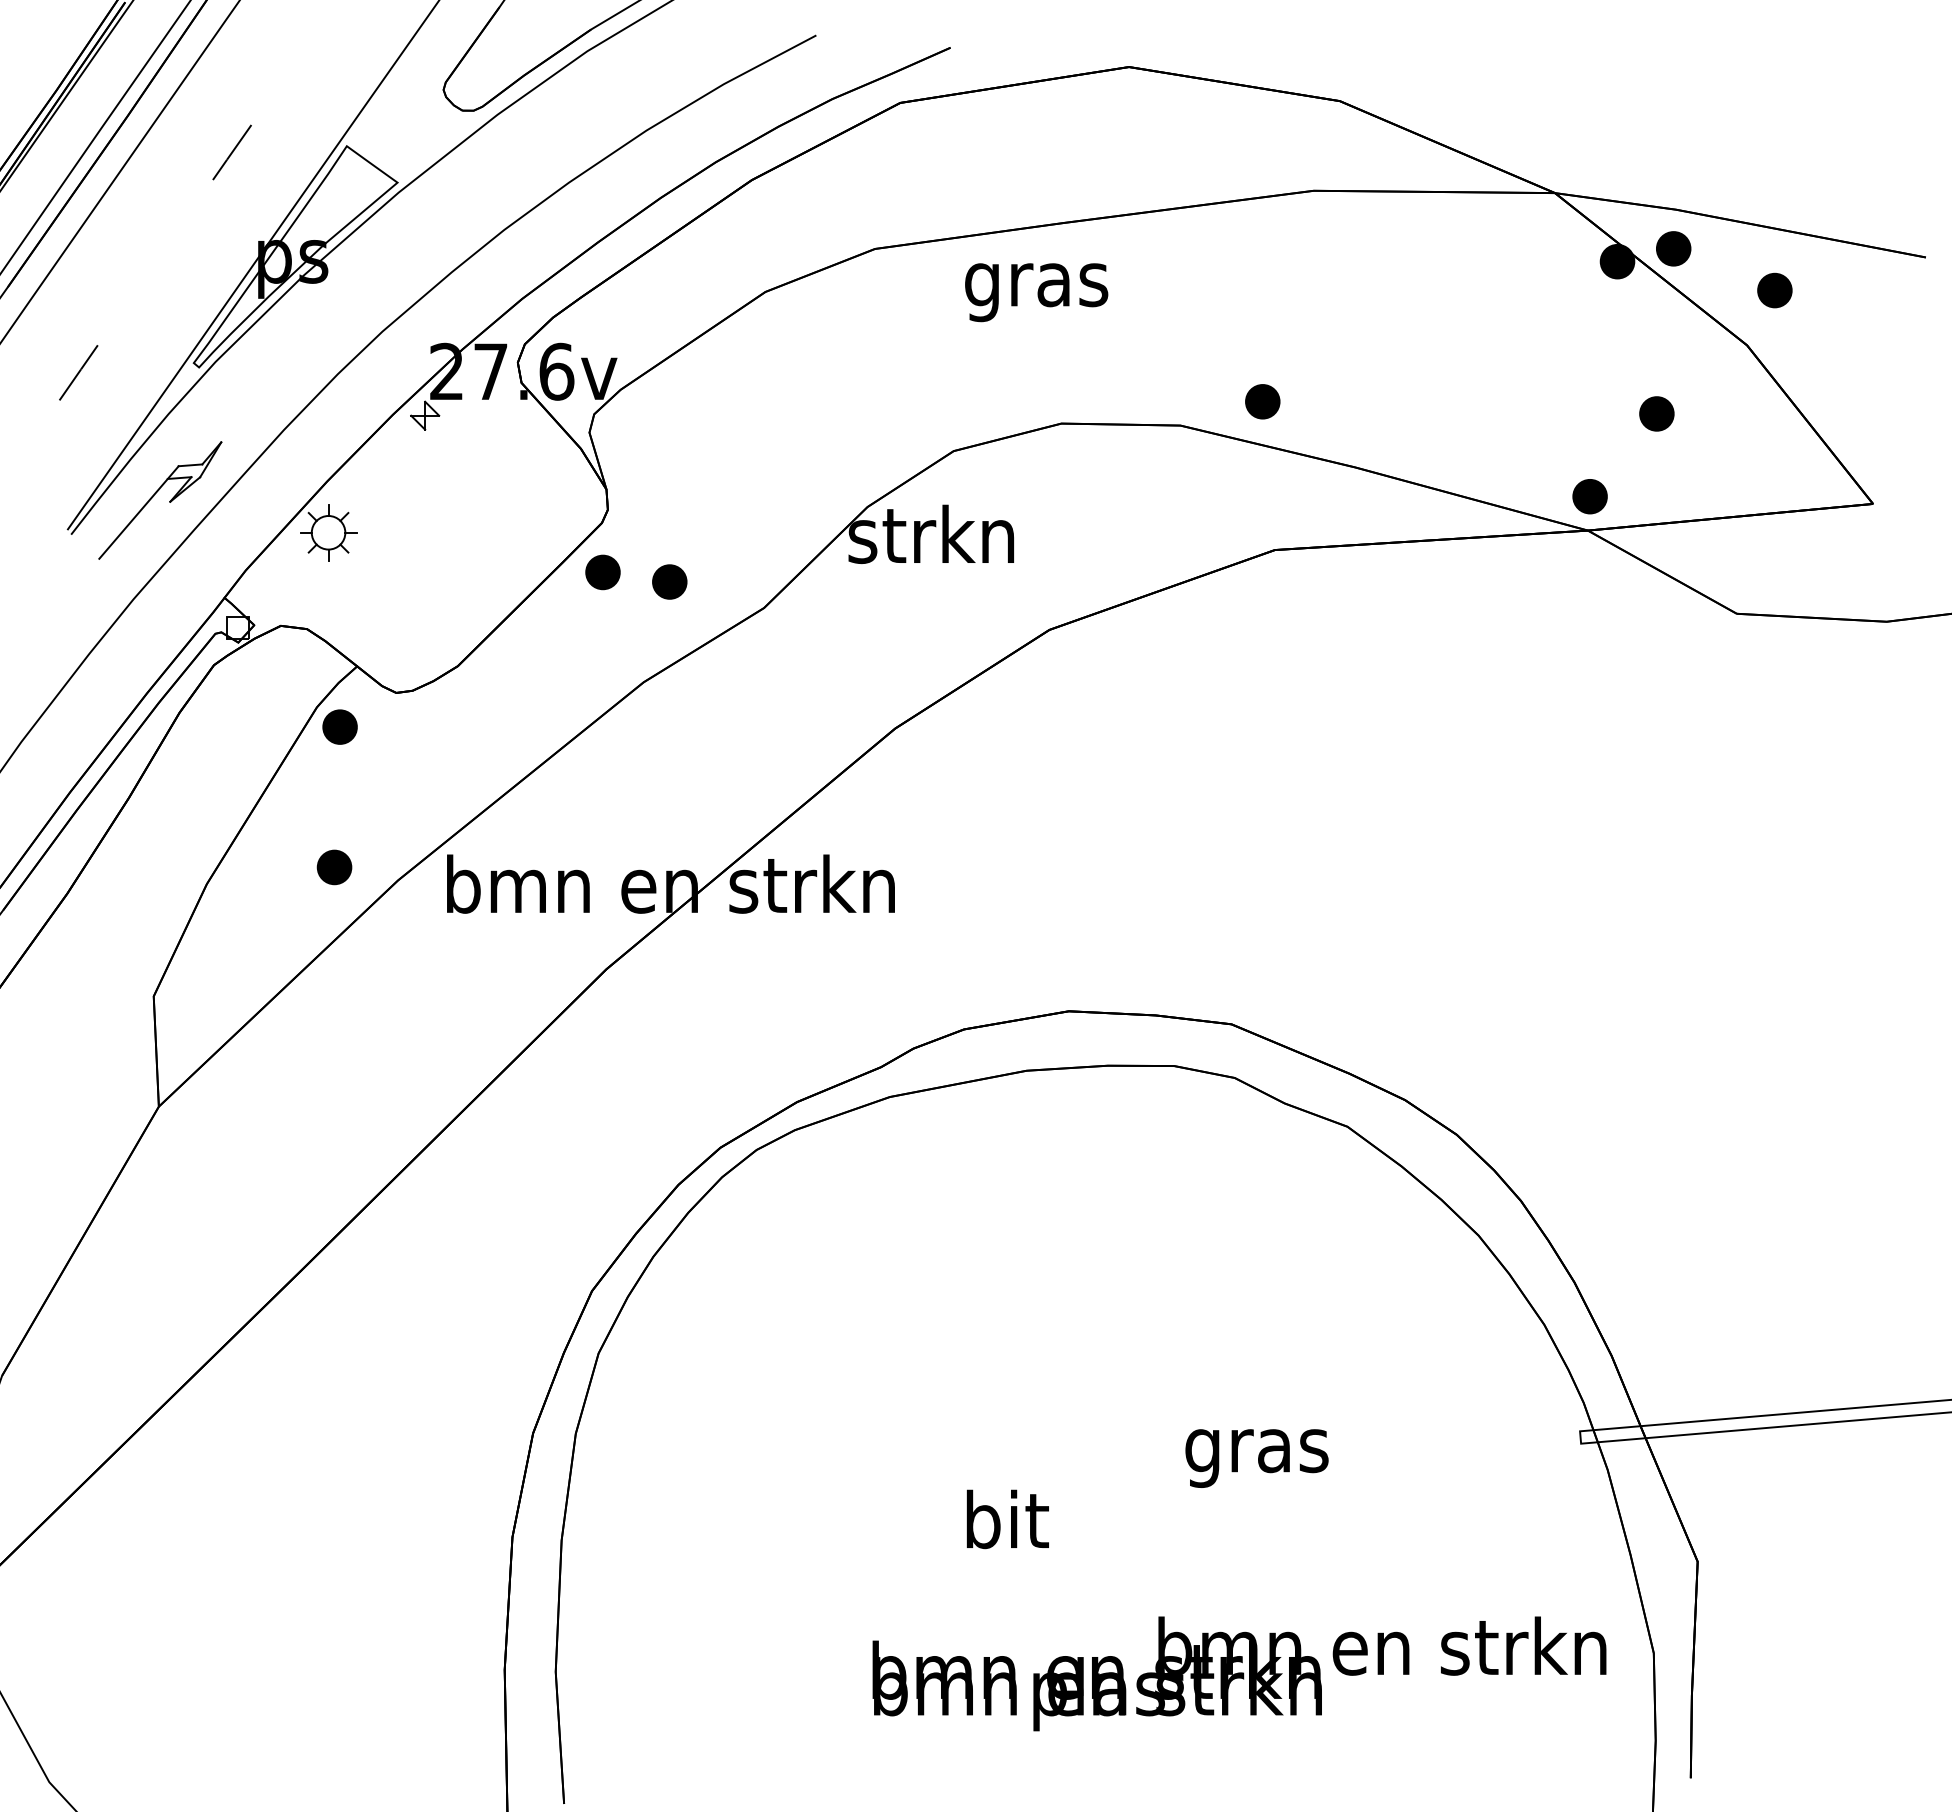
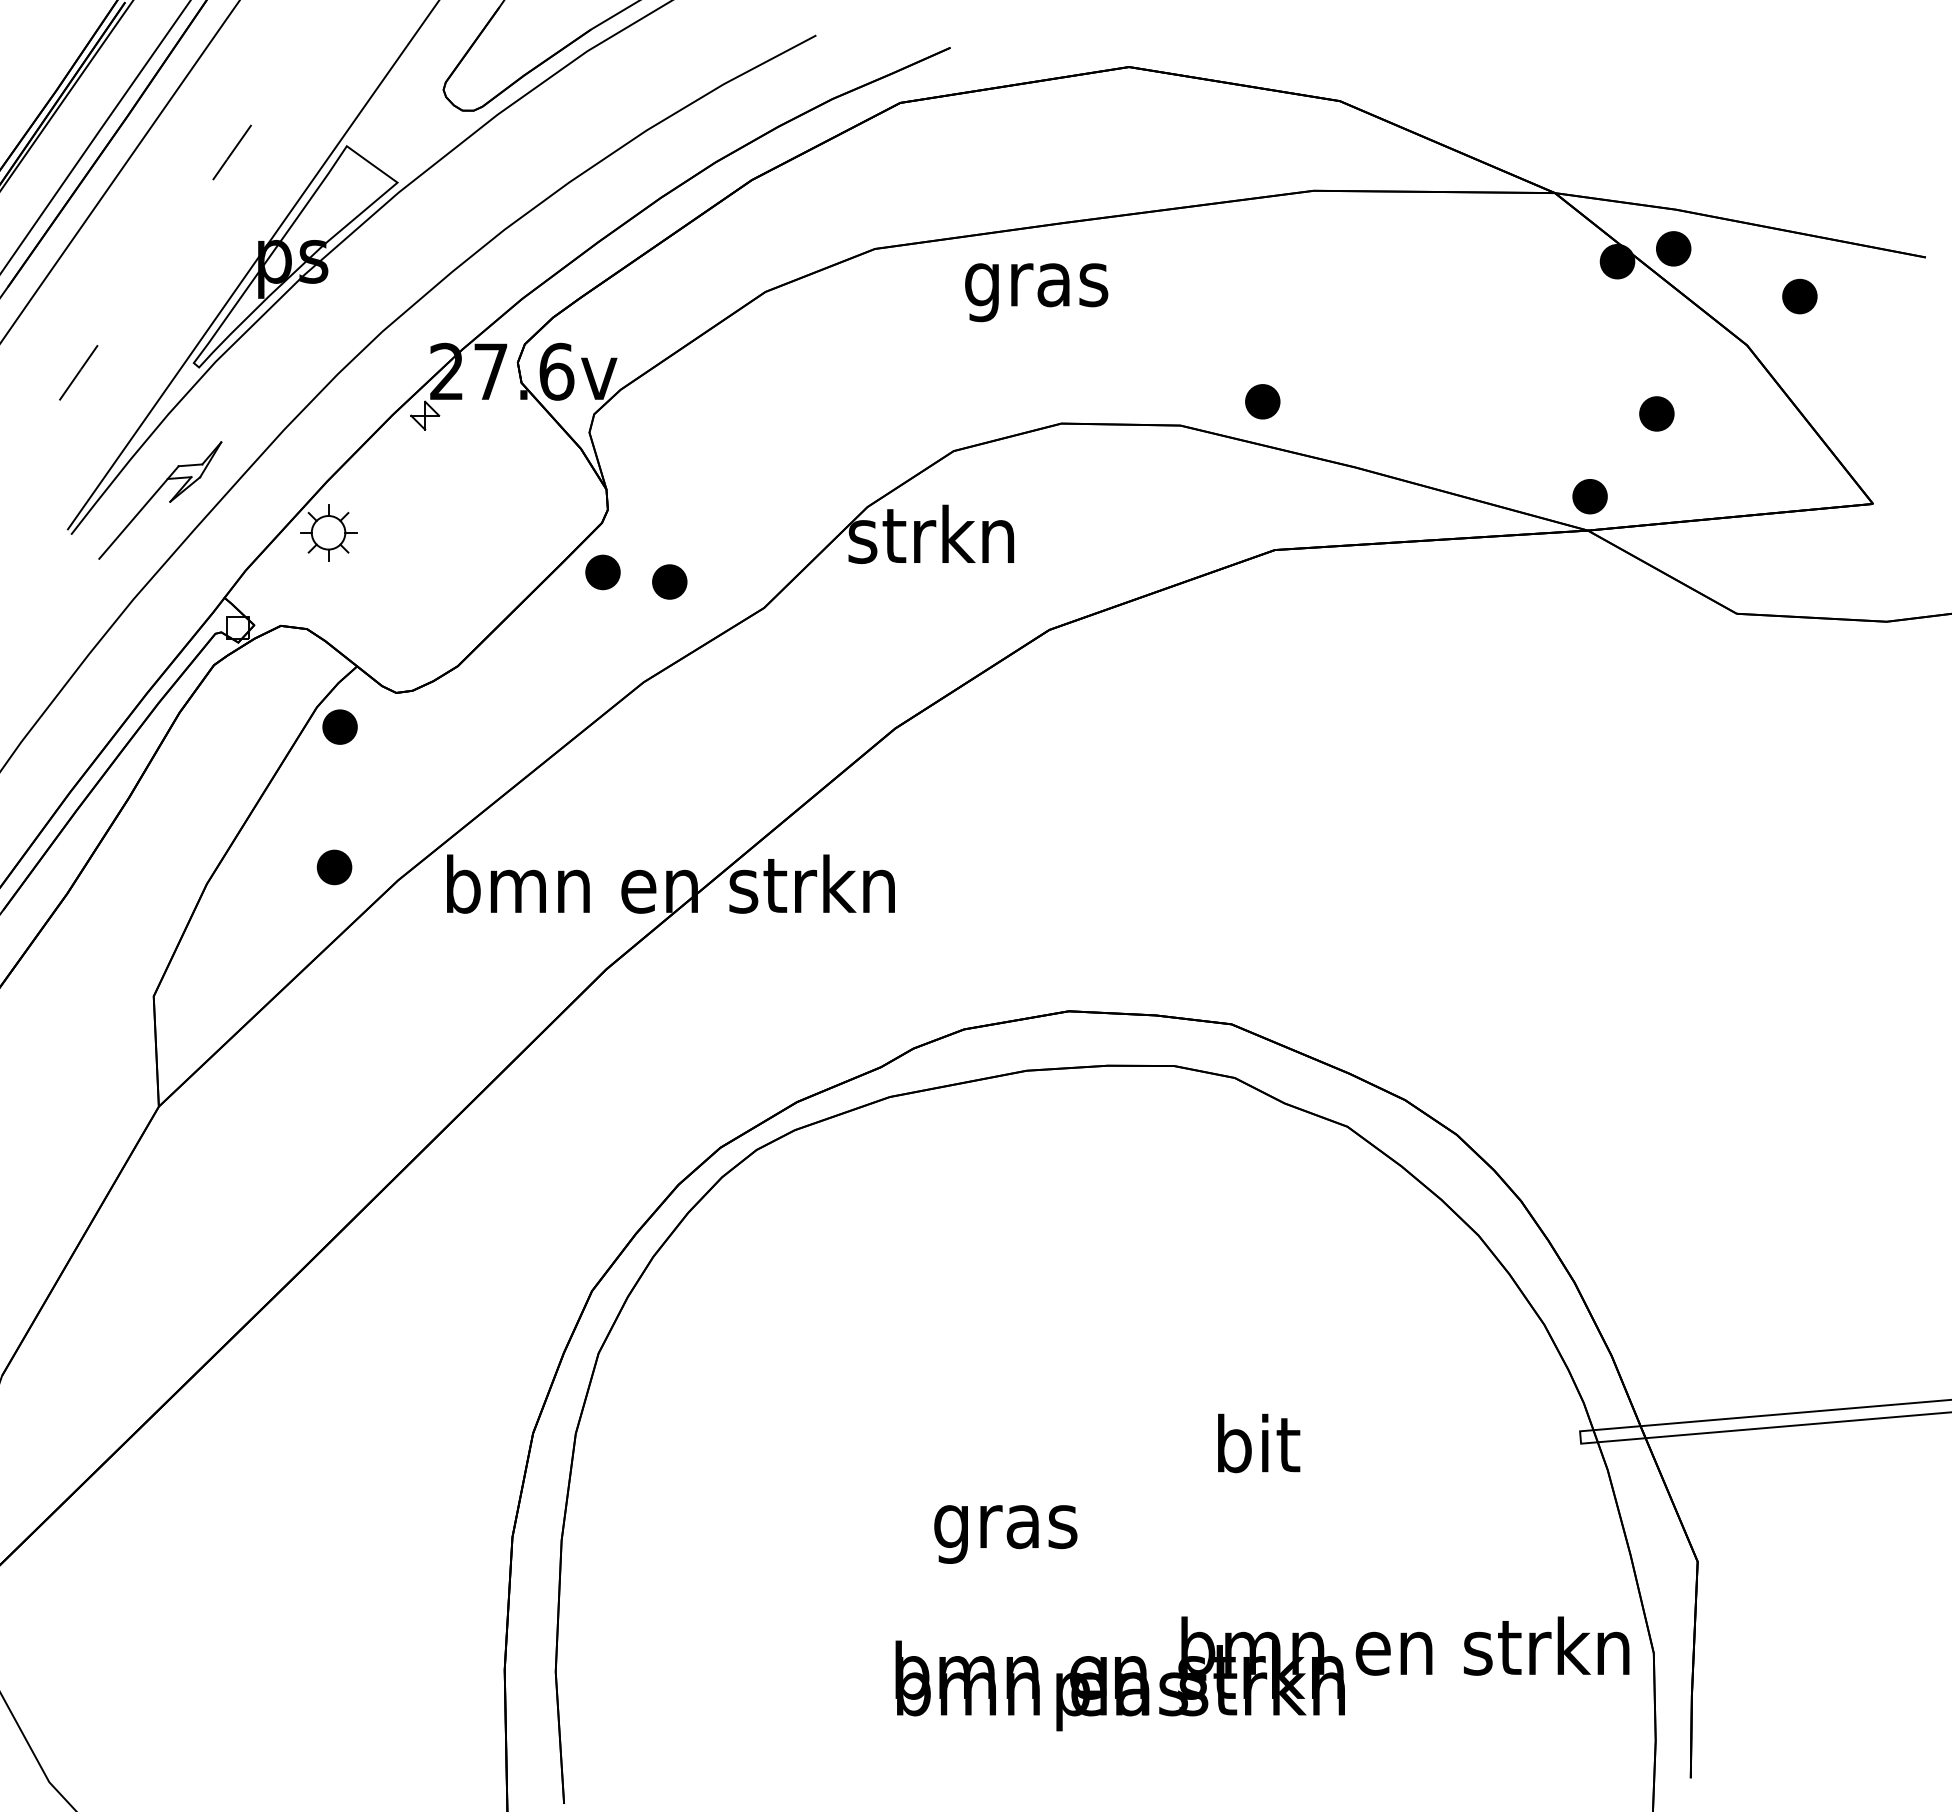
part at (1774, 290) position: (1774, 290) -> (1799, 296)
text at (1256, 1450): gras -> bit
text at (1005, 1526): bit -> gras
text at (1239, 1673) position: (1239, 1673) -> (1262, 1673)
